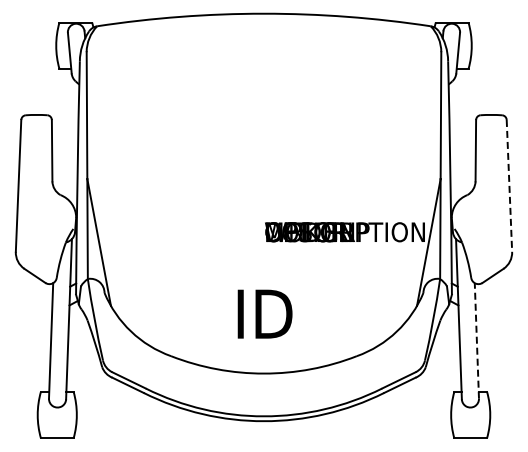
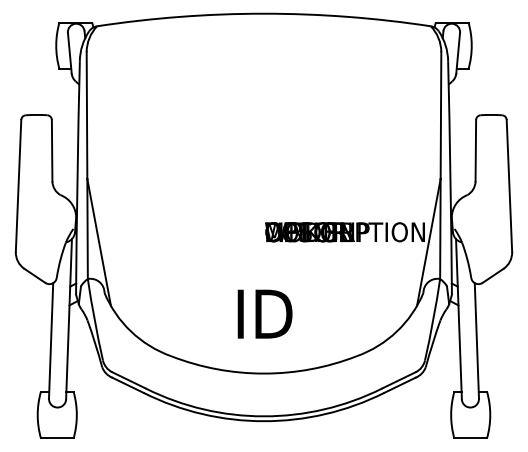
line at (509, 185): dashed -> solid
line at (476, 340): dashed -> solid
